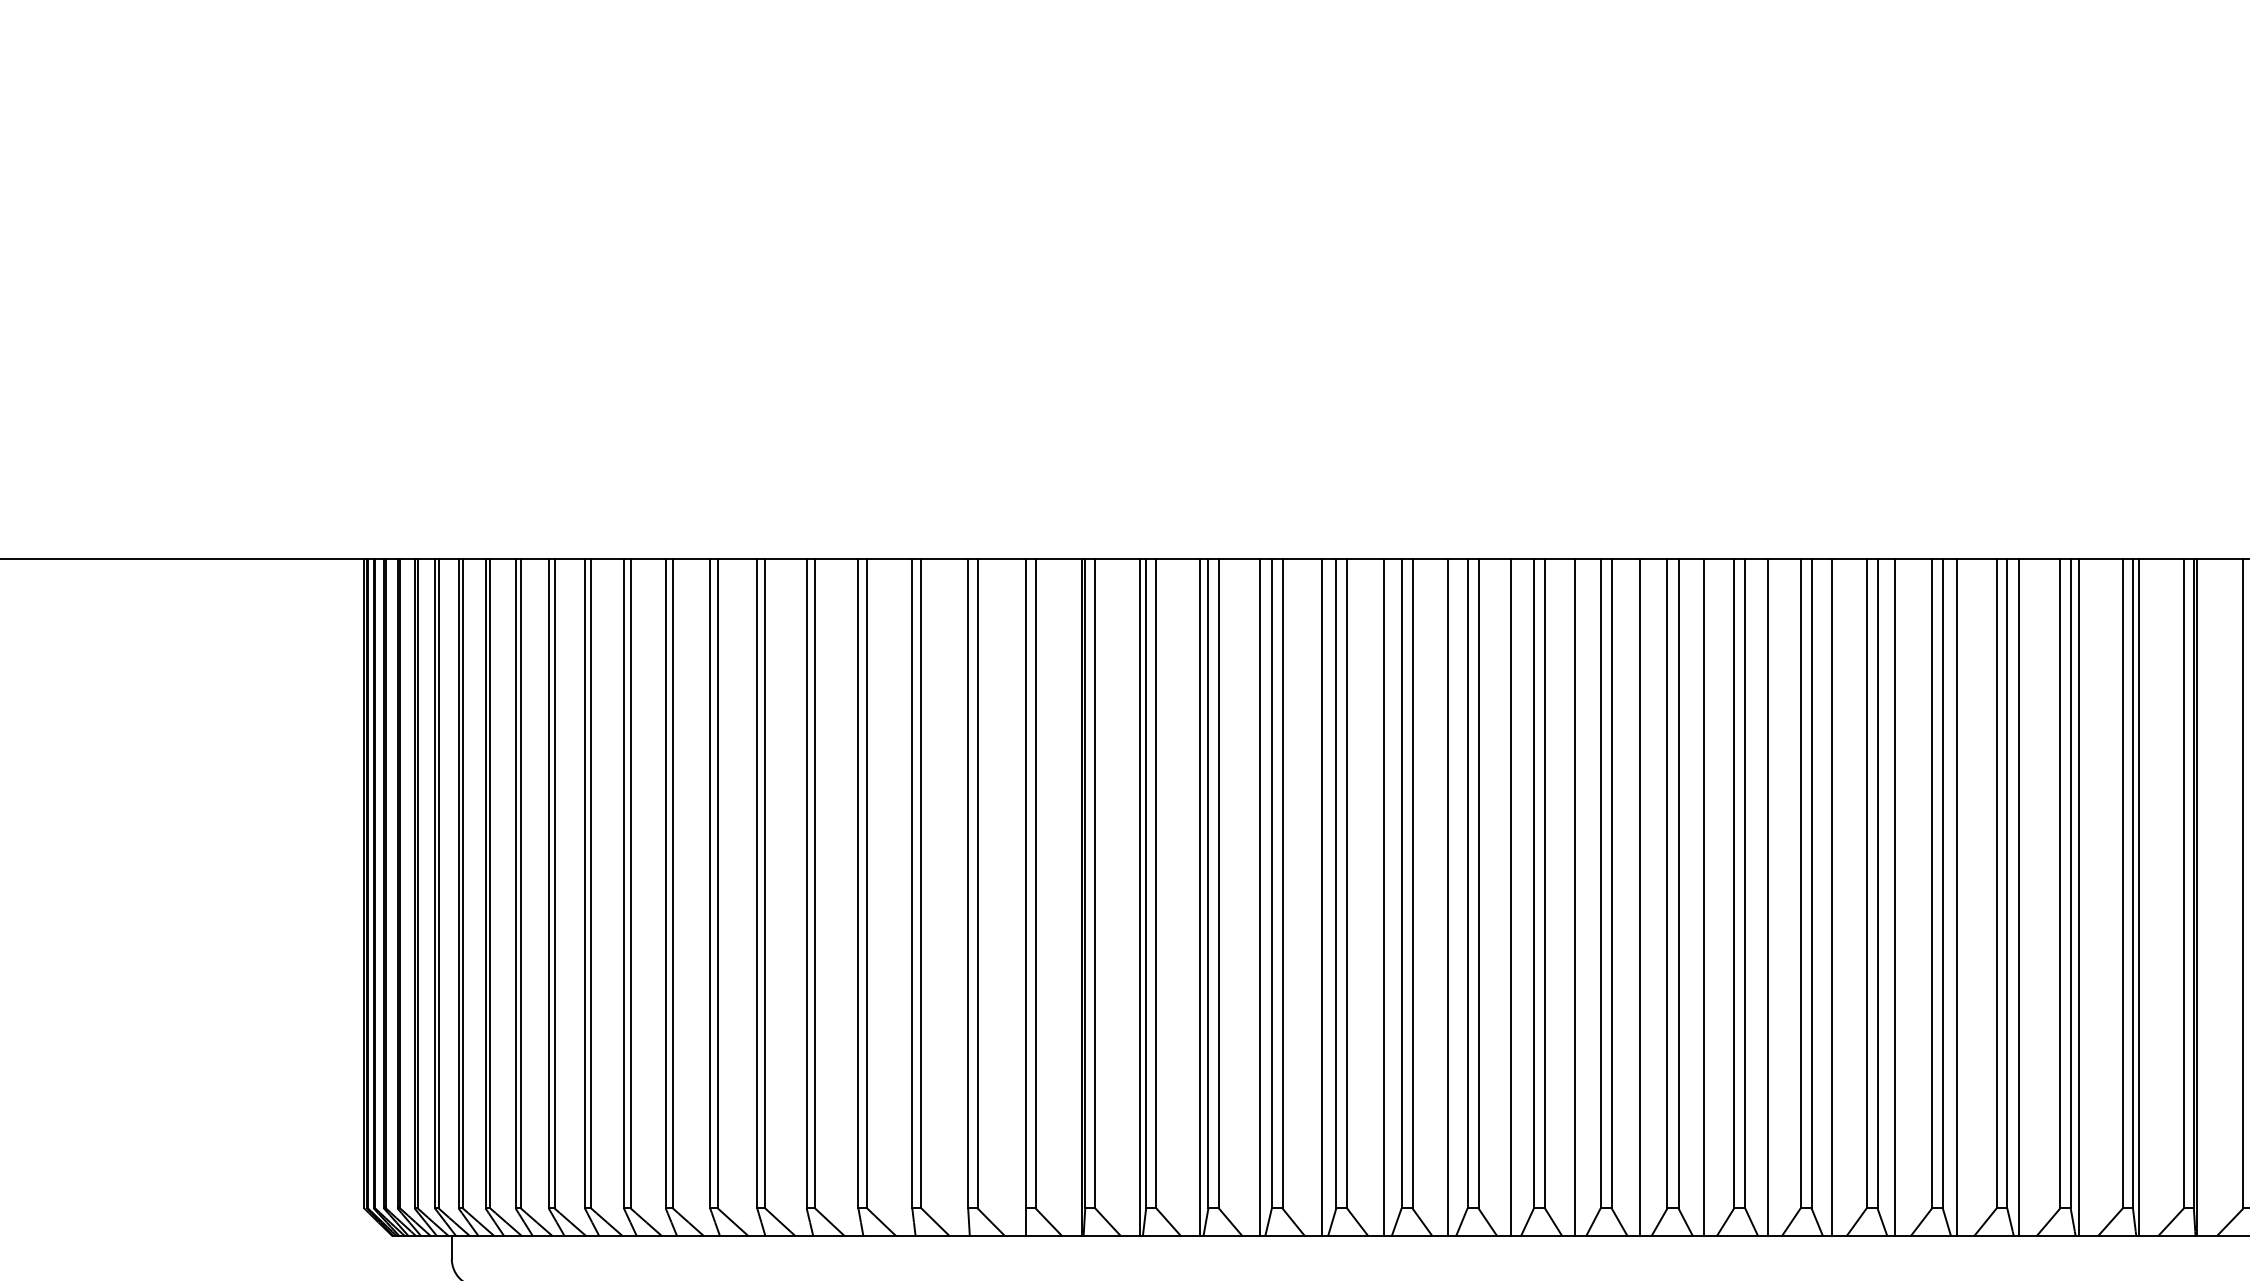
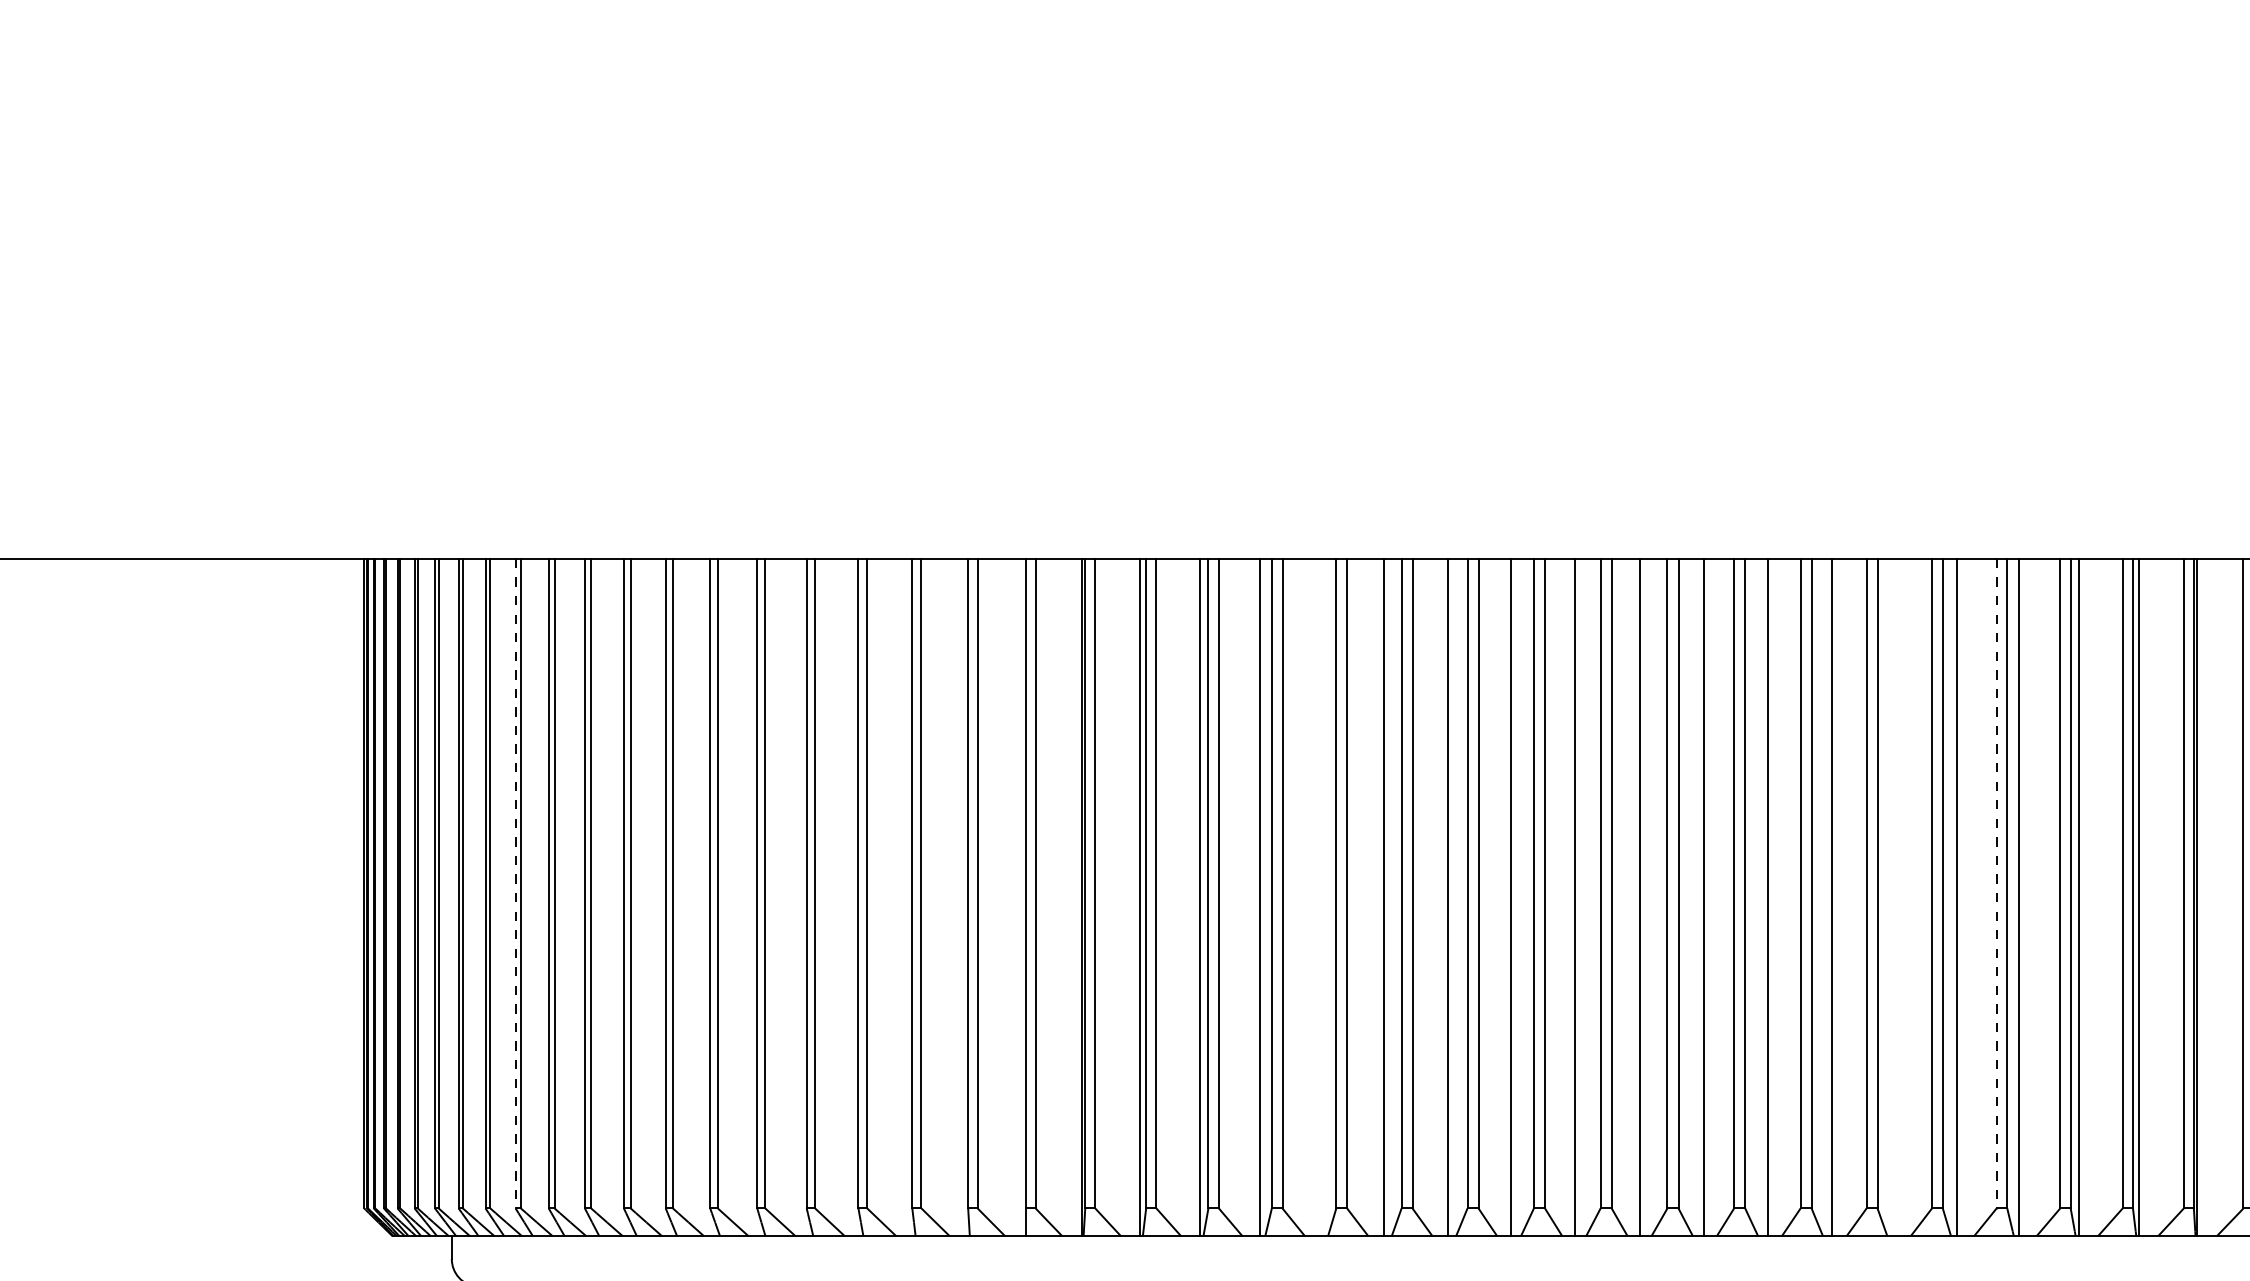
line at (515, 883): solid -> dashed
line at (1996, 883): solid -> dashed
line at (1321, 897): present -> none
line at (1894, 897): present -> none
